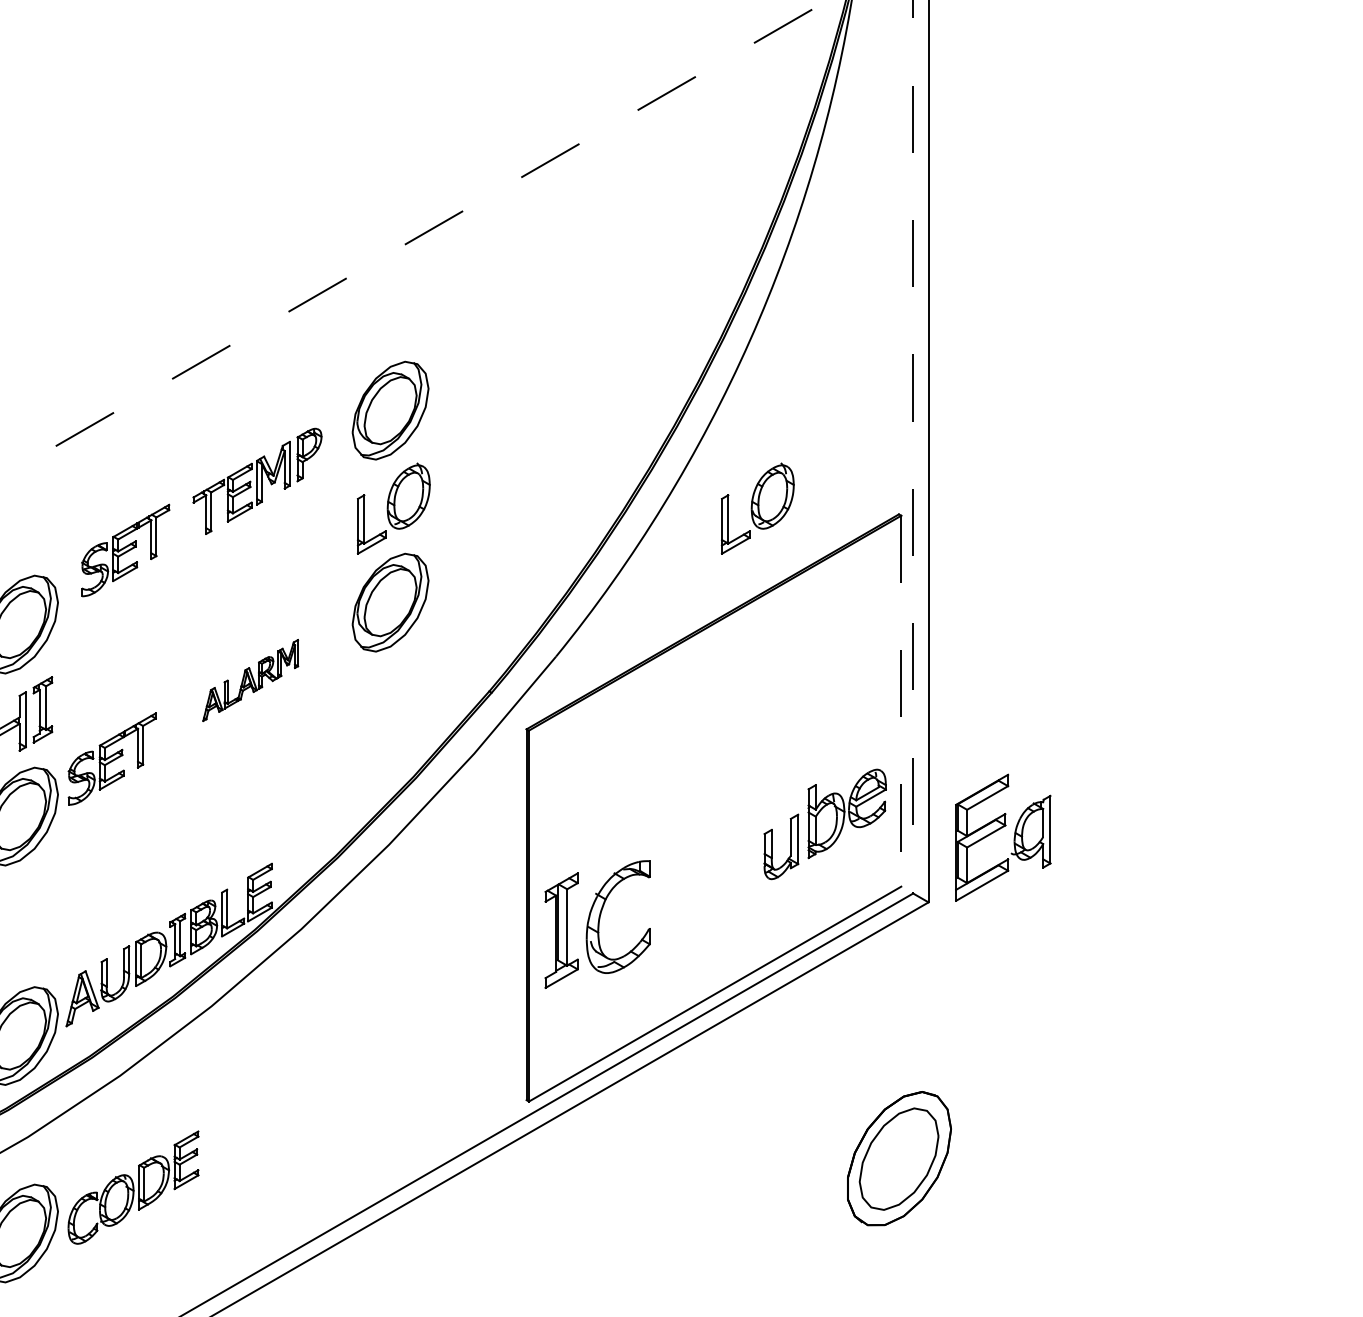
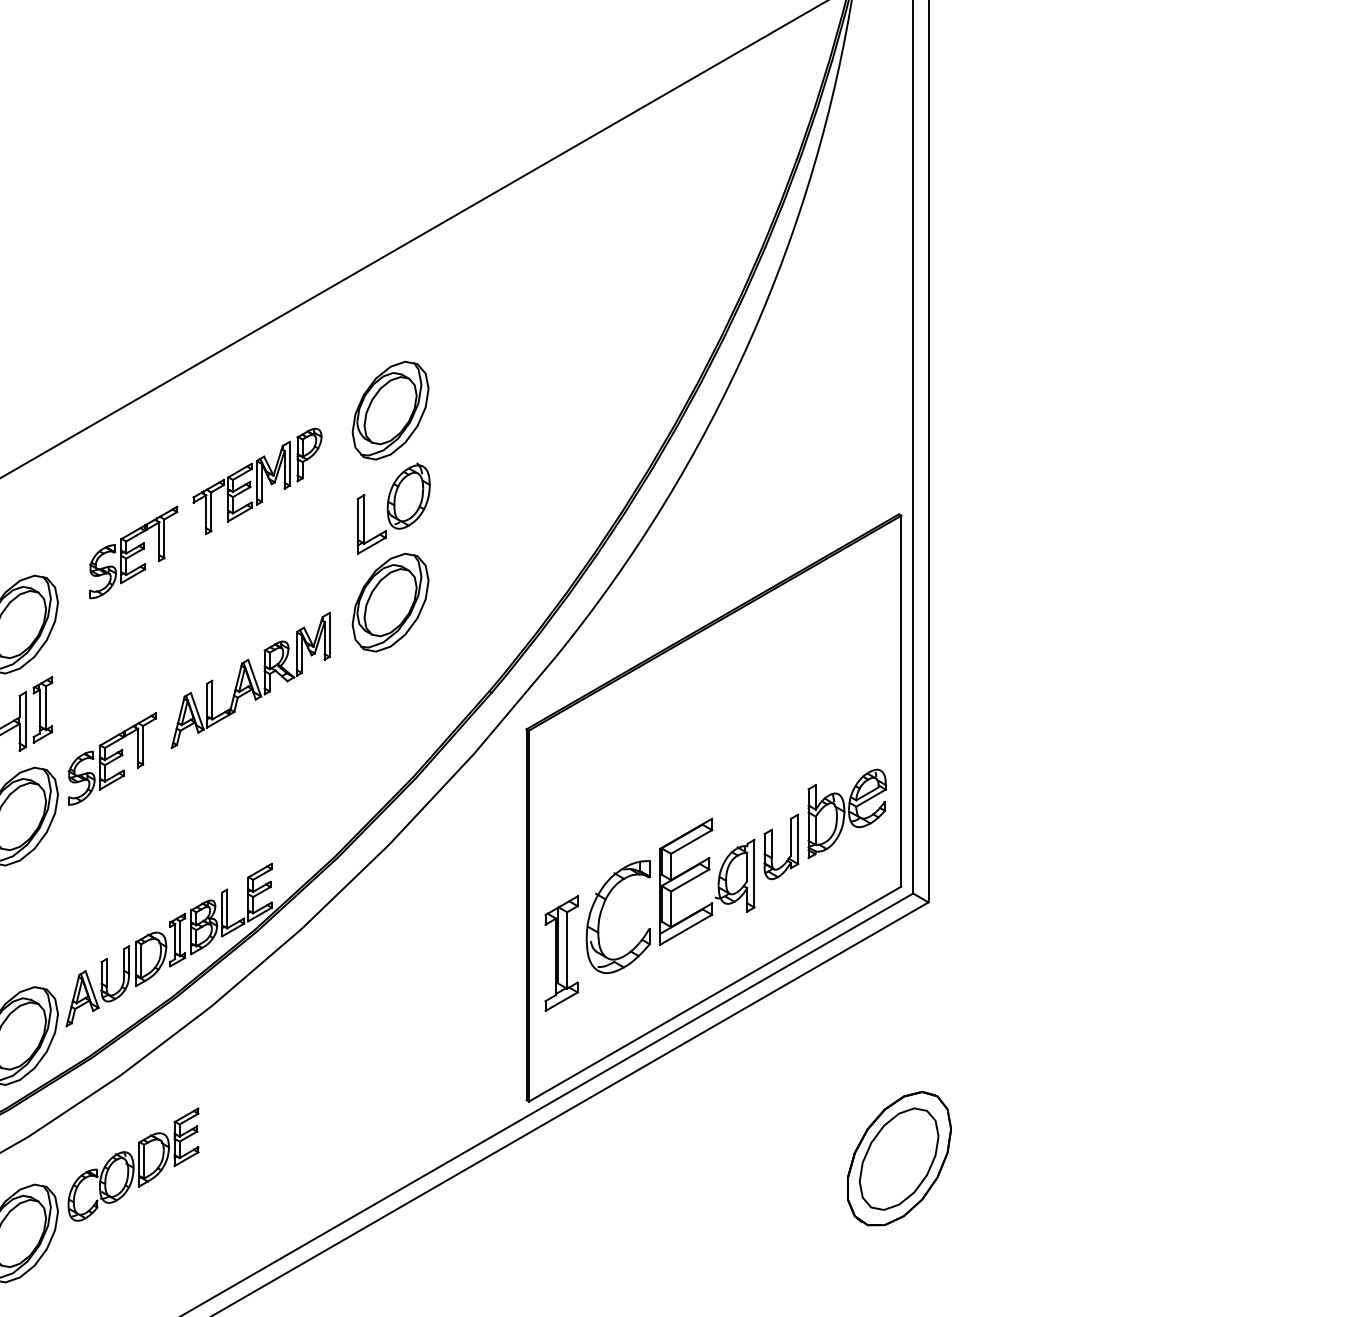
line at (414, 239): dashed -> solid
line at (913, 446): dashed -> solid
part at (757, 508): present -> none
part at (125, 550) position: (125, 550) -> (133, 552)
part at (250, 680) size: 98x84 px -> 161x137 px
line at (901, 701): dashed -> solid
part at (997, 831) position: (997, 831) -> (701, 875)
part at (561, 930) position: (561, 930) -> (561, 953)
part at (133, 1187) position: (133, 1187) -> (133, 1164)
